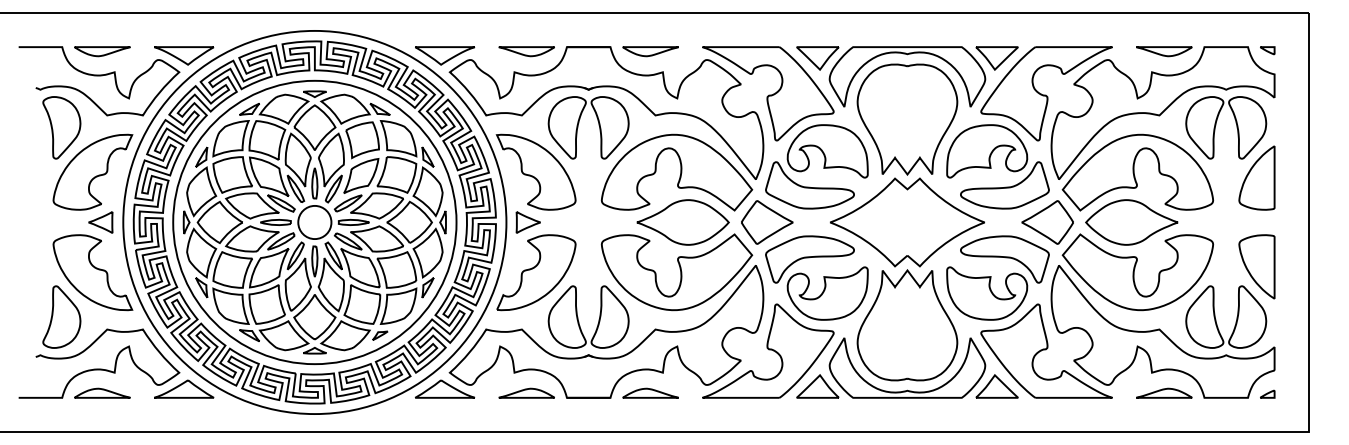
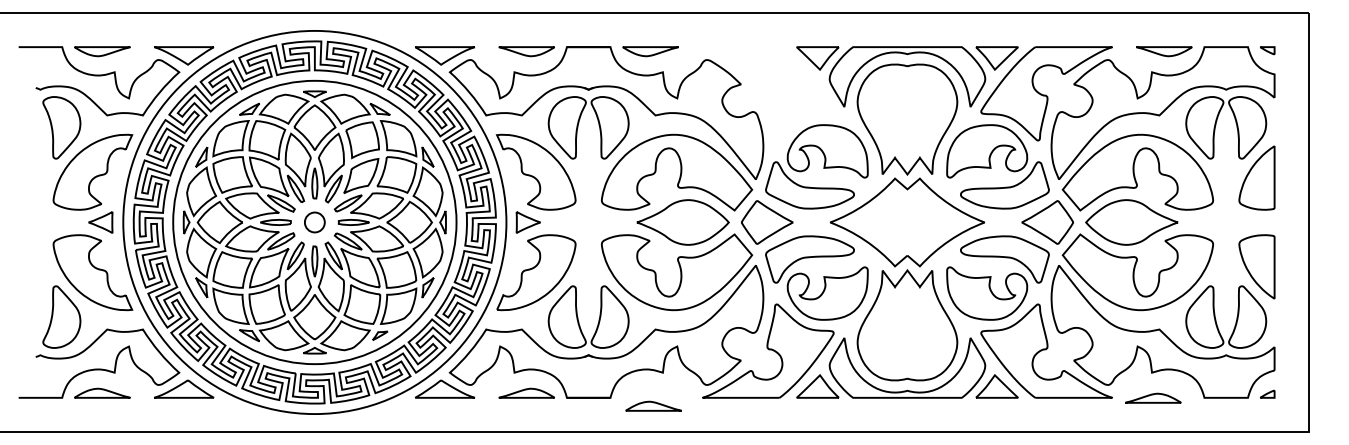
part at (768, 93): present -> none
circle at (314, 222) diameter: 33 px -> 20 px
part at (650, 392) position: (650, 392) -> (653, 405)
part at (1164, 392) position: (1164, 392) -> (1153, 397)
